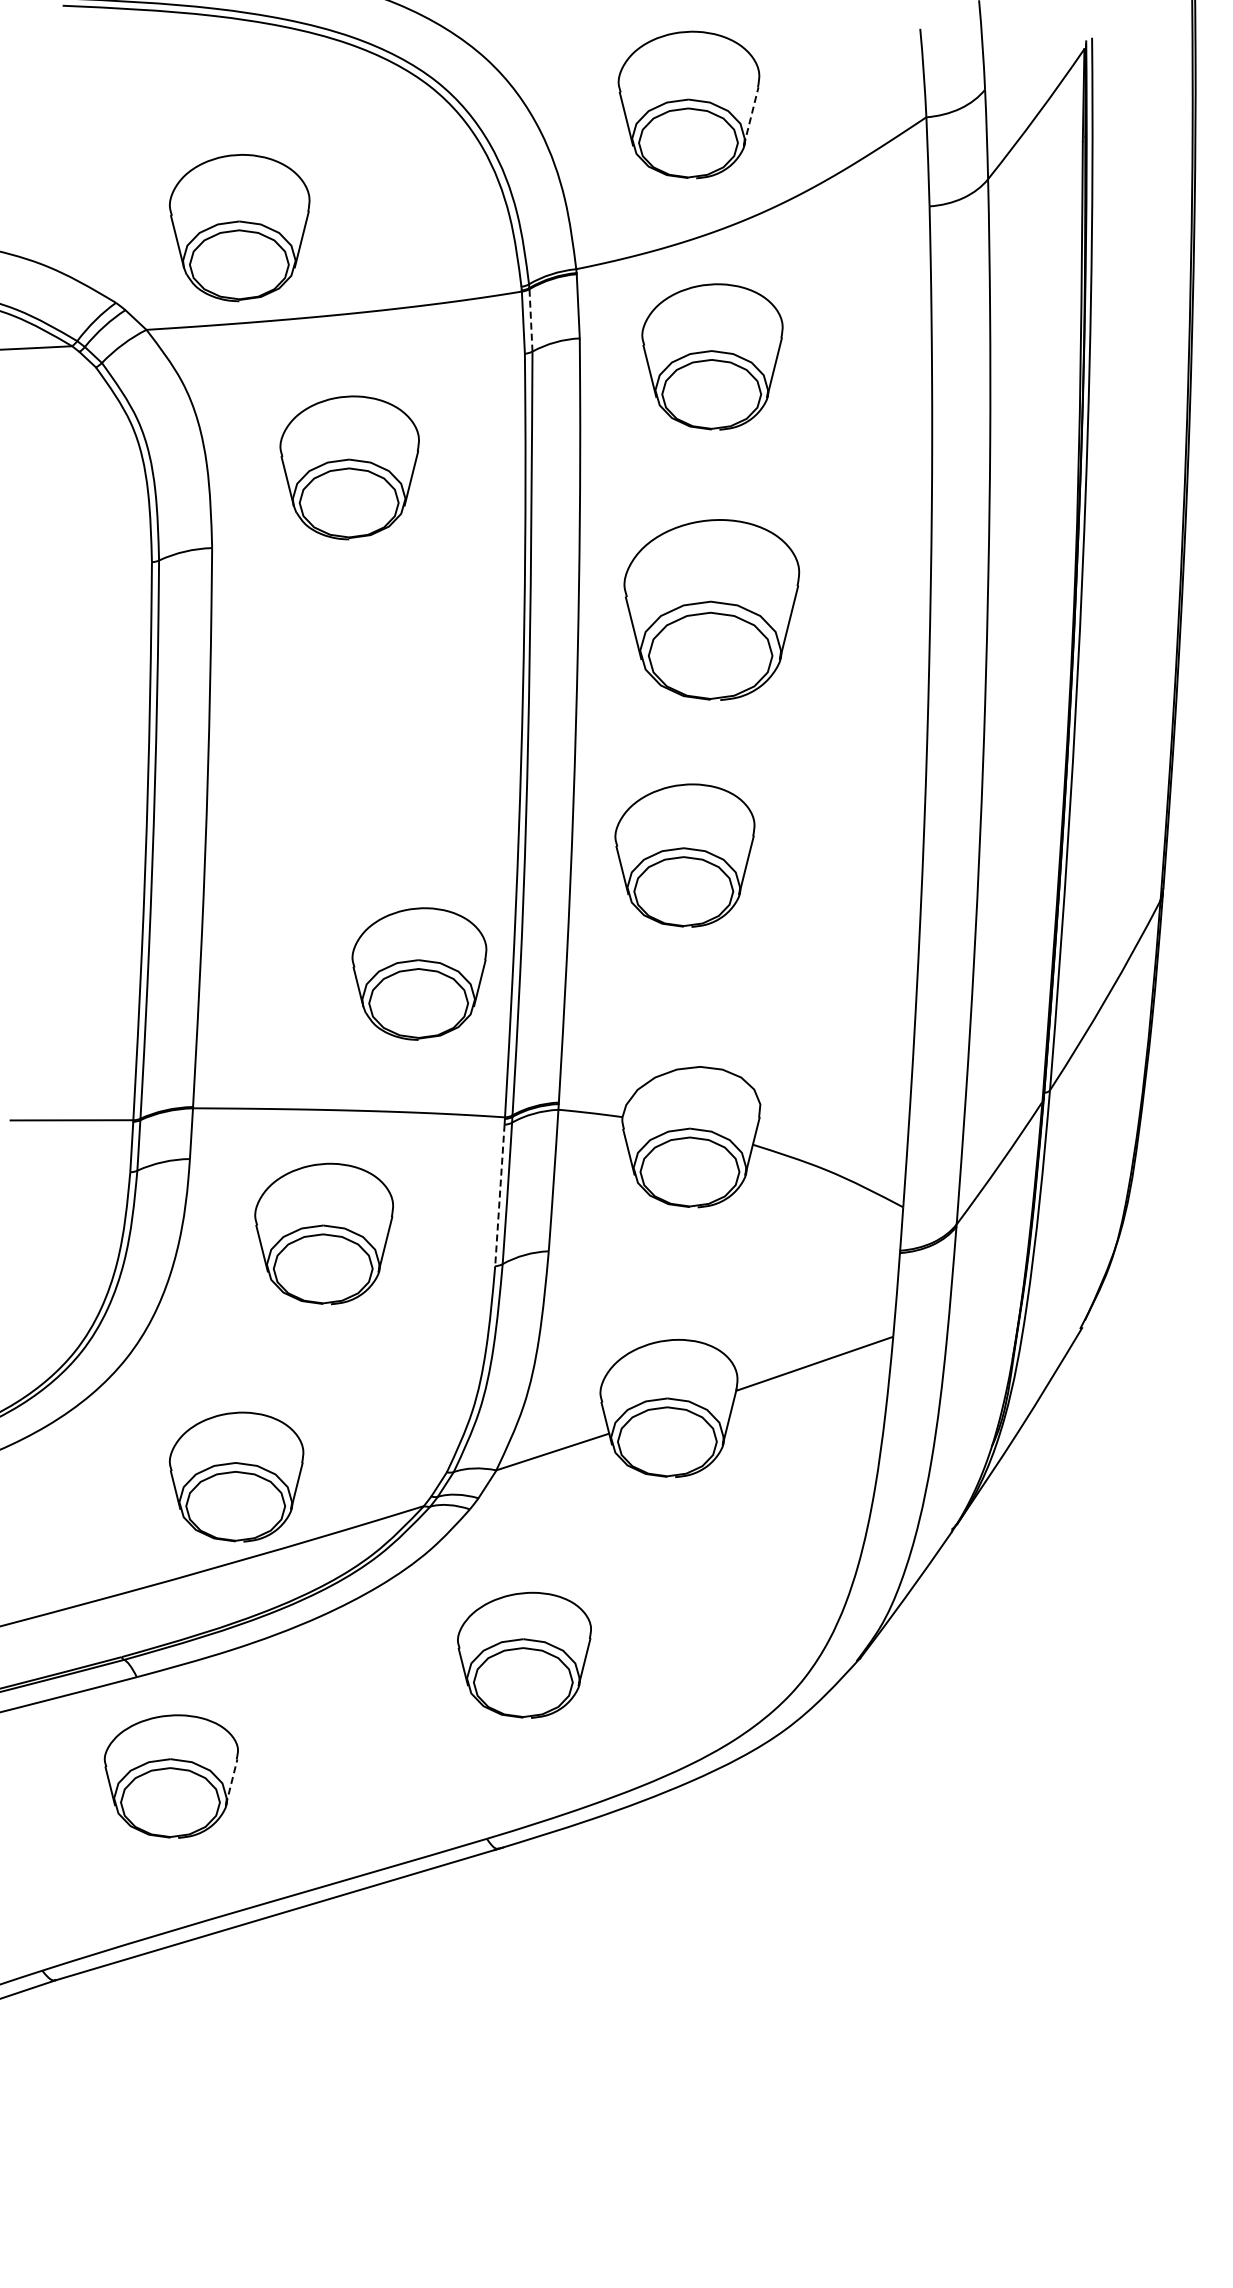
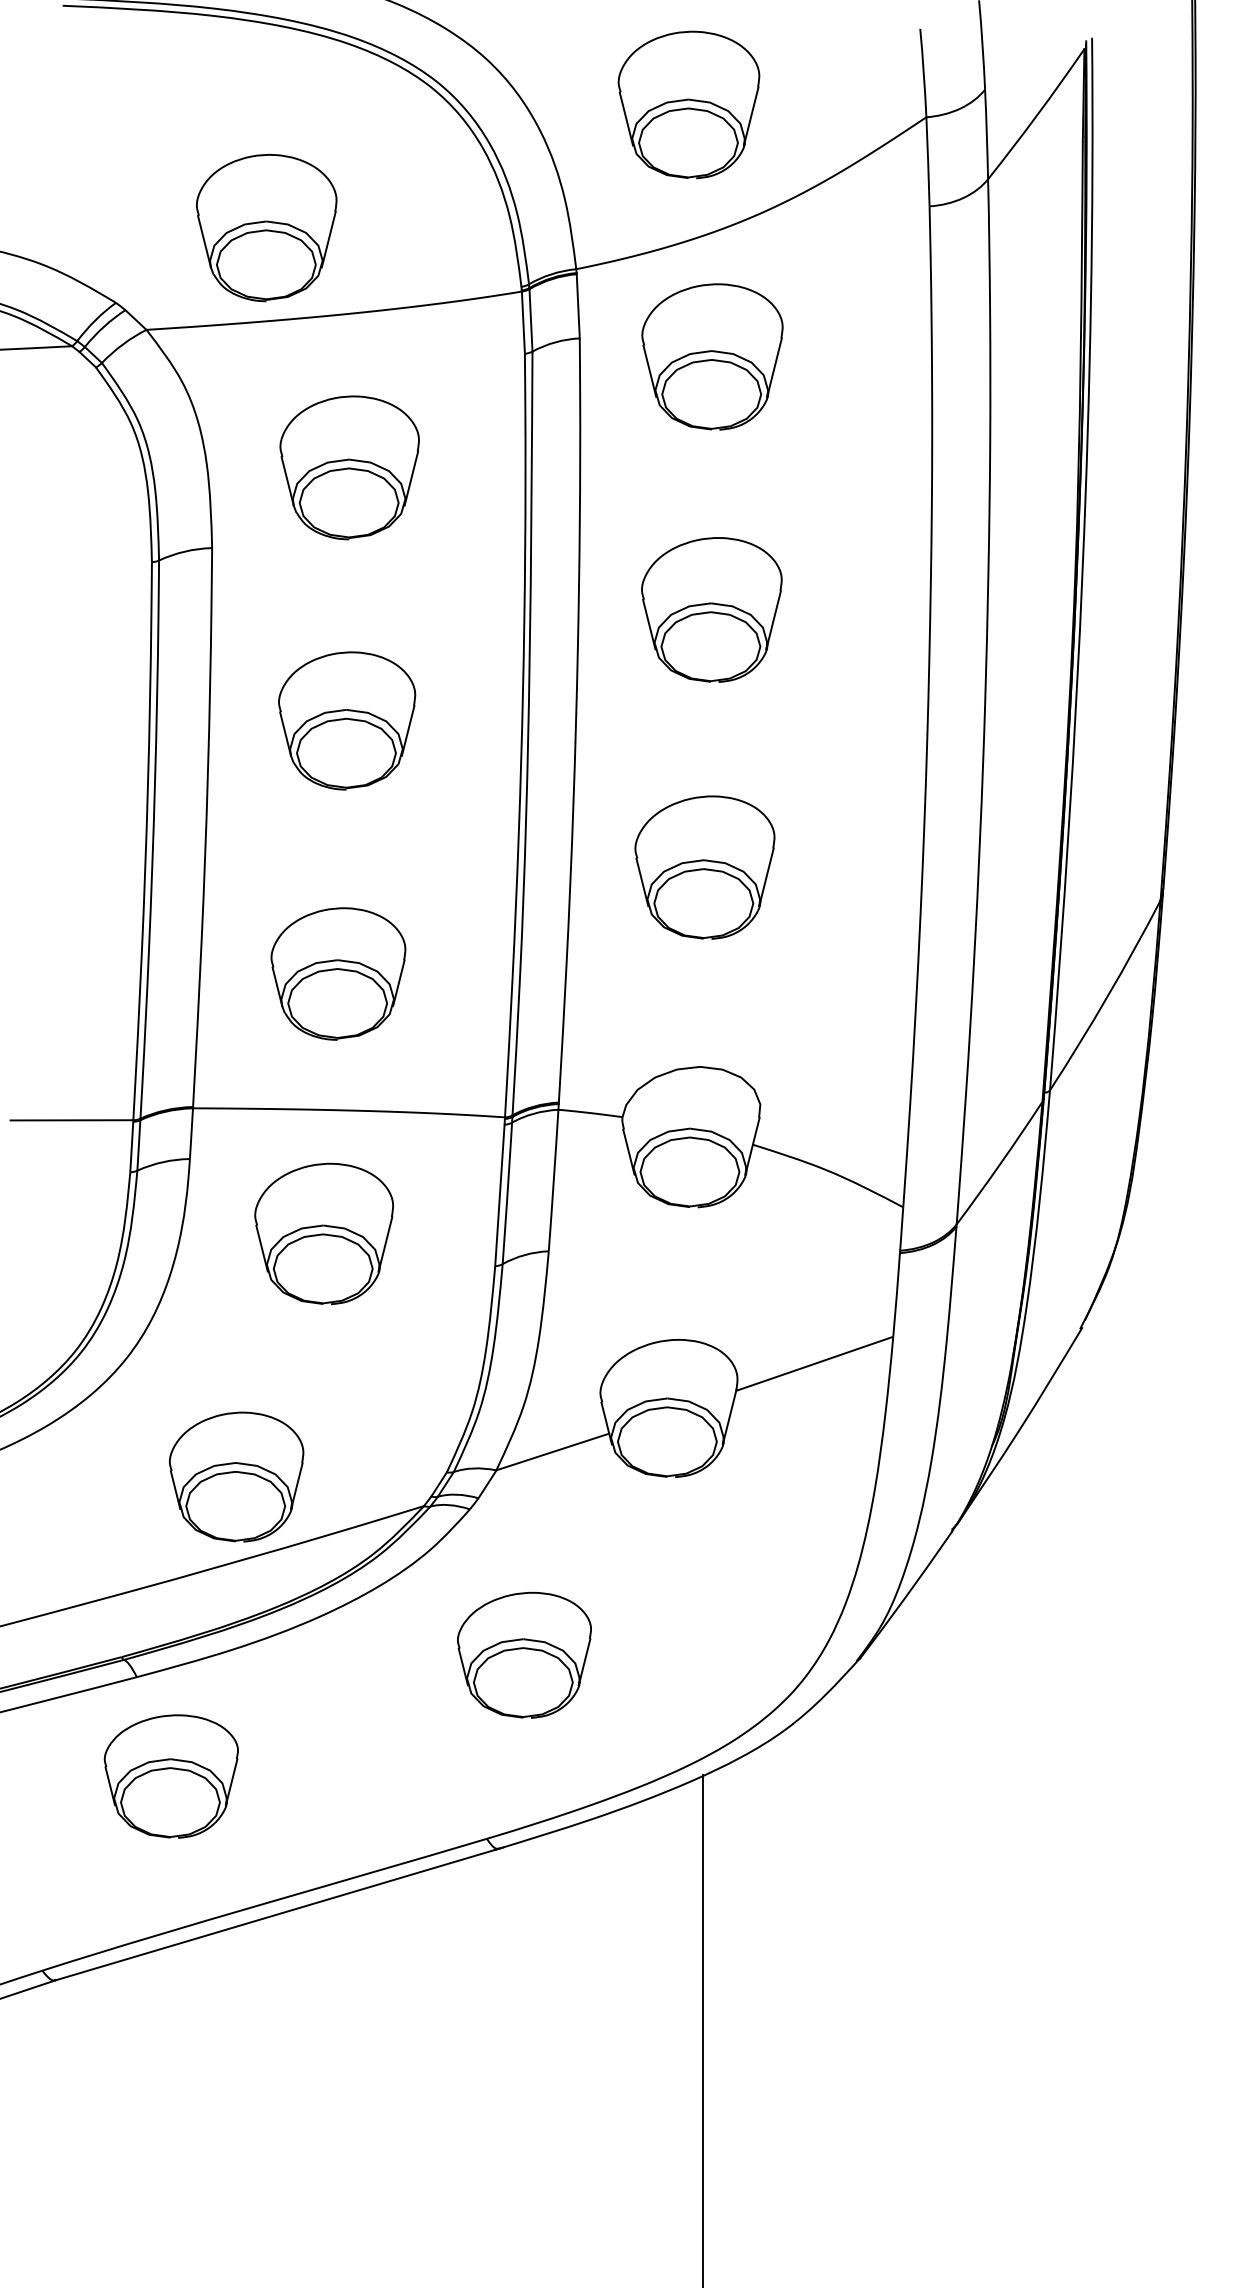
line at (751, 115): dashed -> solid
part at (239, 228) position: (239, 228) -> (266, 228)
line at (530, 319): dashed -> solid
part at (711, 609) size: 178x182 px -> 142x146 px
part at (347, 720): none -> present
part at (684, 855) position: (684, 855) -> (704, 867)
part at (419, 973) position: (419, 973) -> (338, 973)
line at (499, 1195): dashed -> solid
line at (231, 1782): dashed -> solid
line at (703, 2029): none -> present
